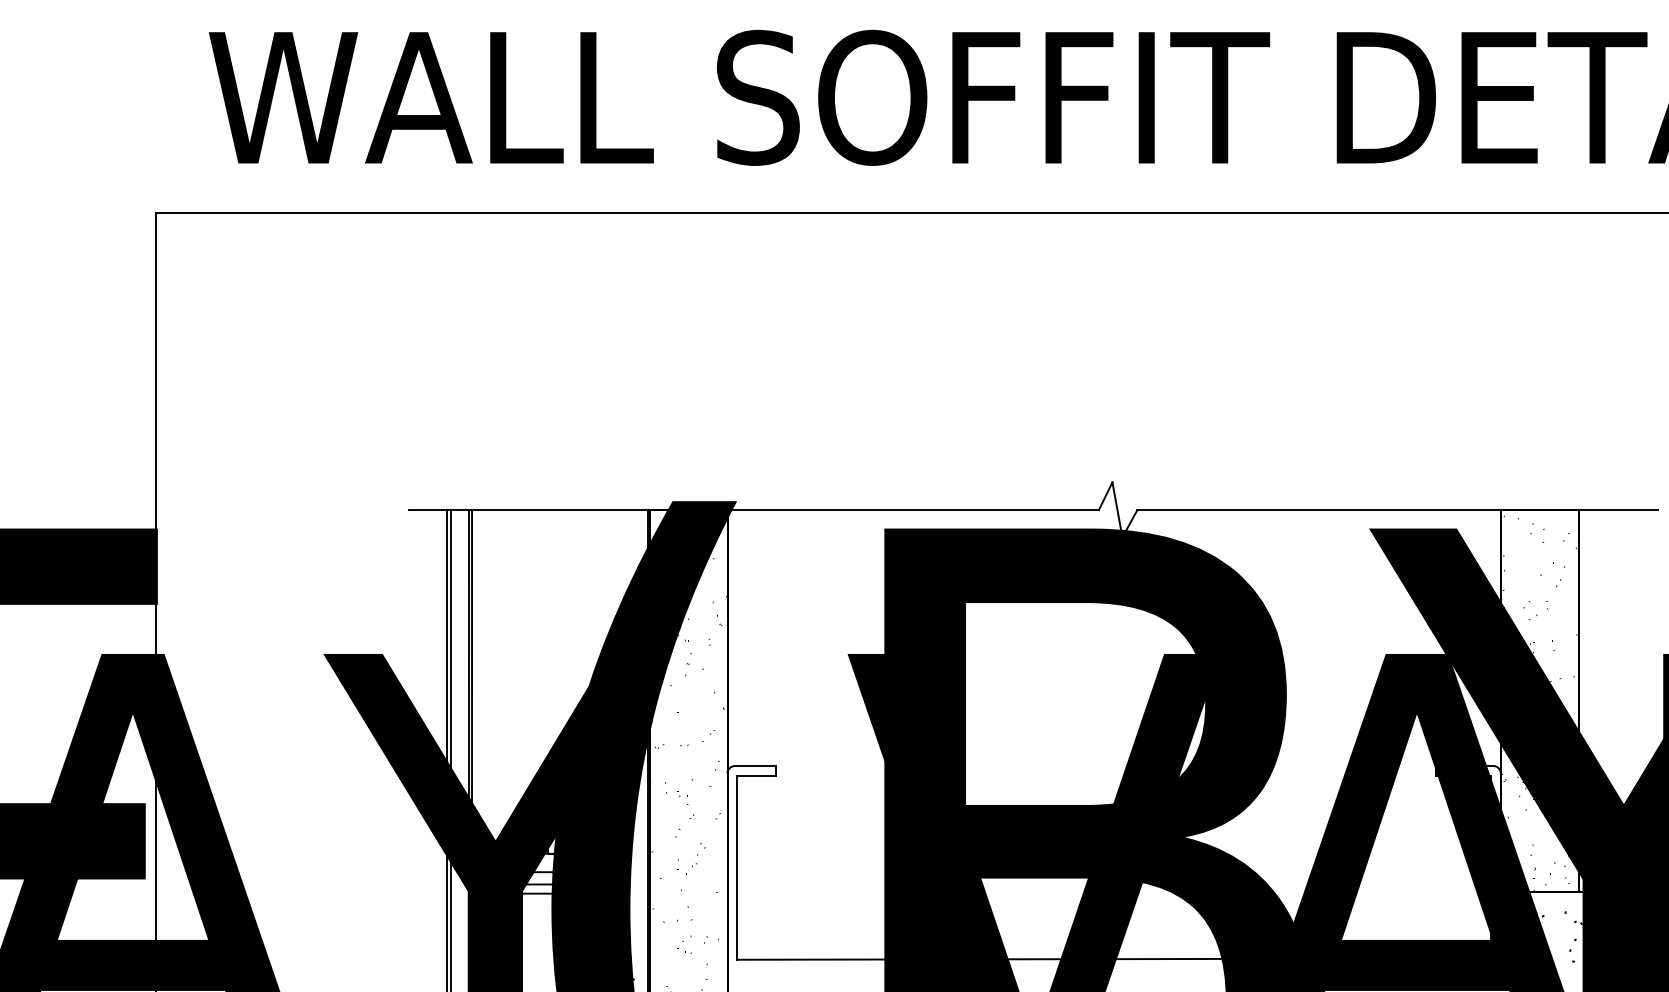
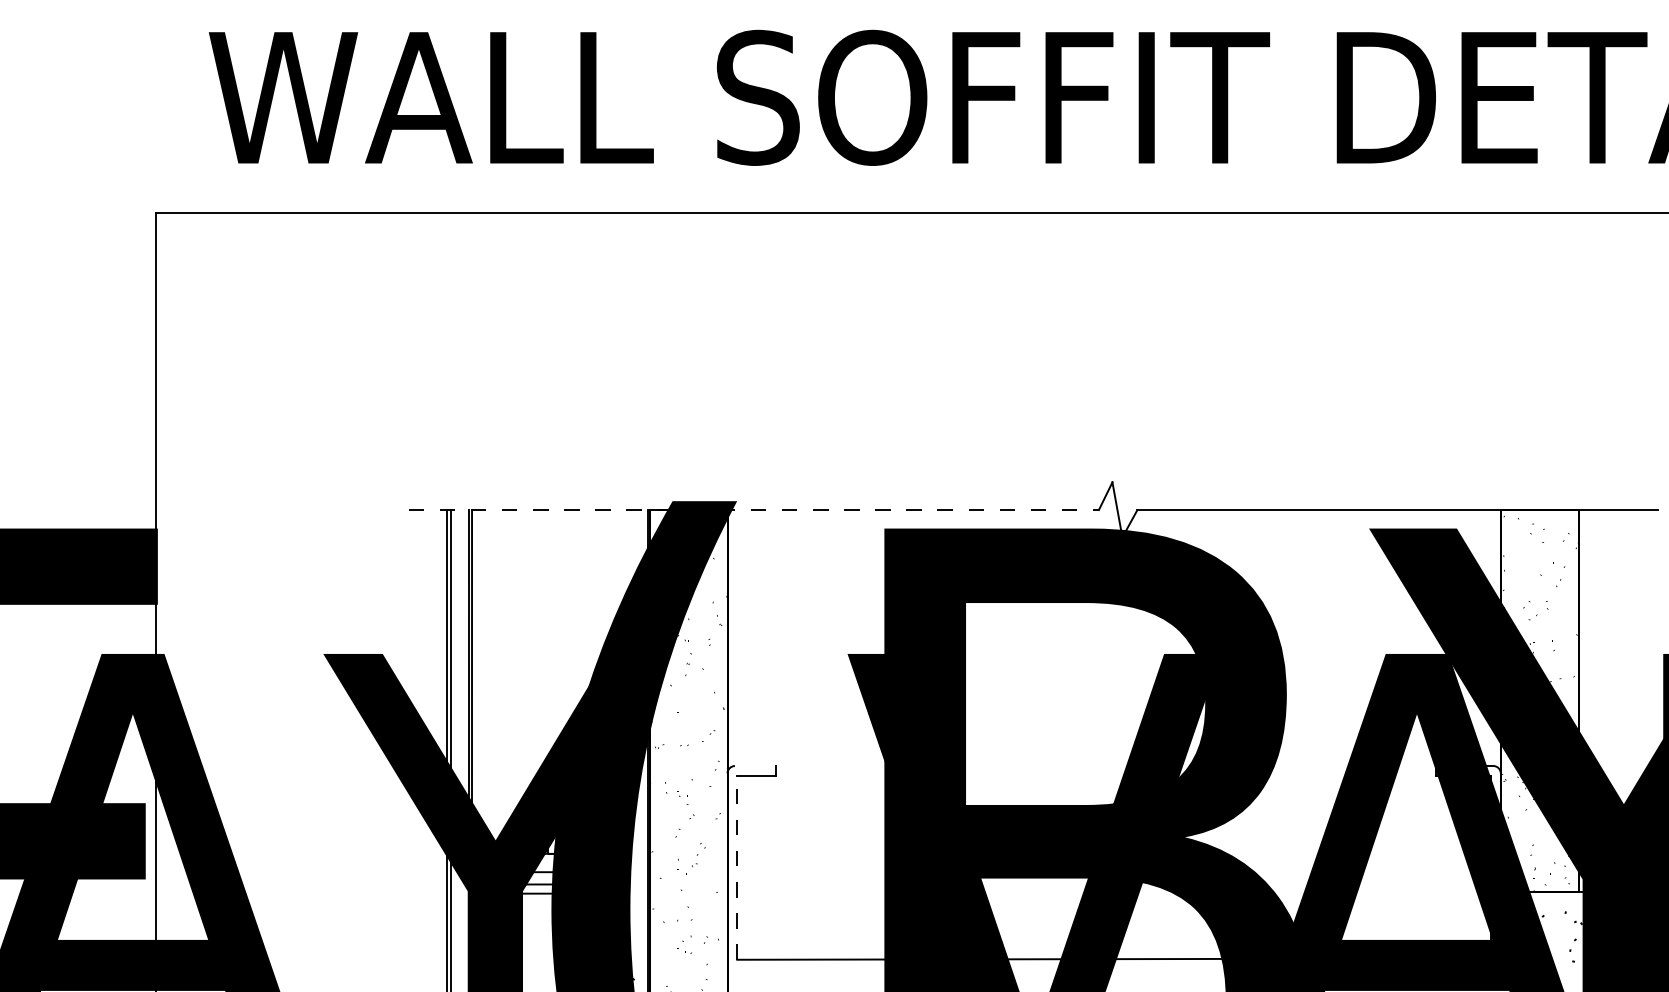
line at (754, 510): solid -> dashed
line at (754, 765): present -> none
line at (737, 867): solid -> dashed
